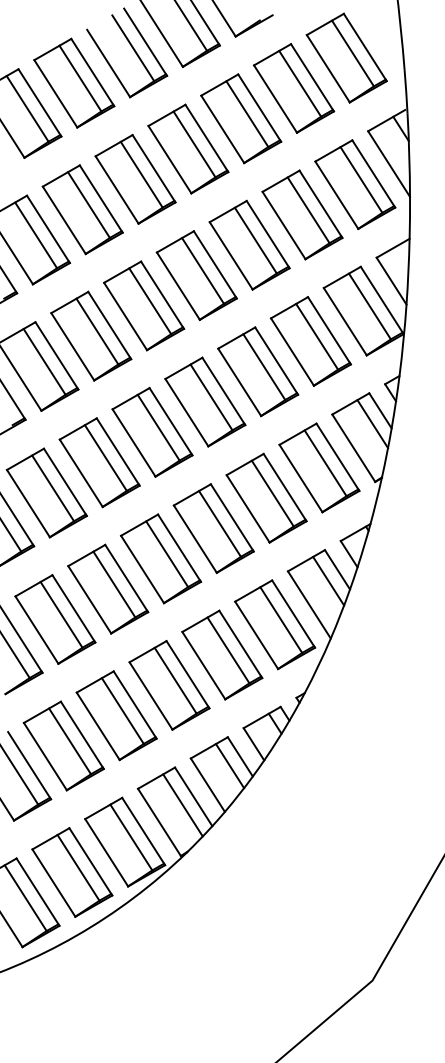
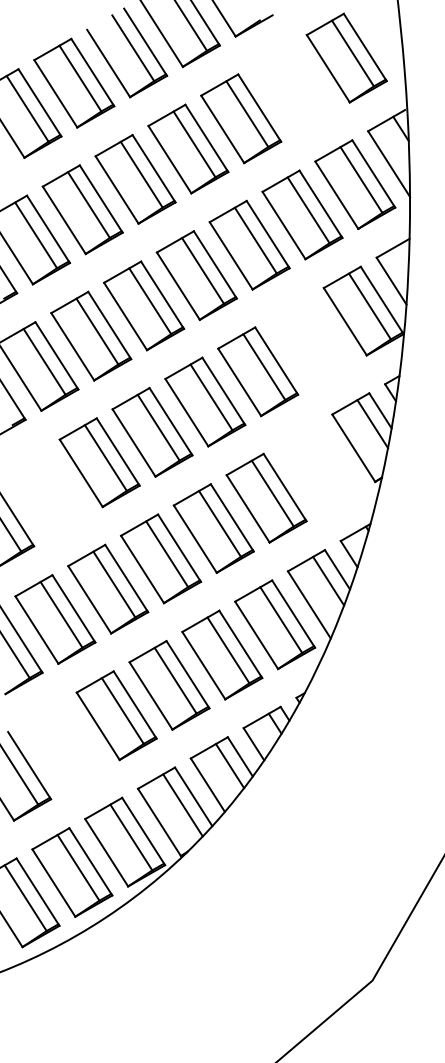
part at (294, 88): present -> none
part at (310, 341): present -> none
part at (319, 467): present -> none
part at (46, 492): present -> none
part at (63, 745): present -> none
